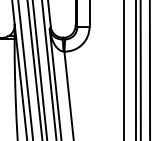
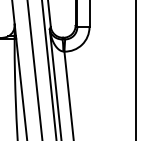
line at (25, 69): present -> none
line at (39, 69): present -> none
line at (123, 69): present -> none
line at (140, 69): present -> none
line at (149, 69): present -> none
